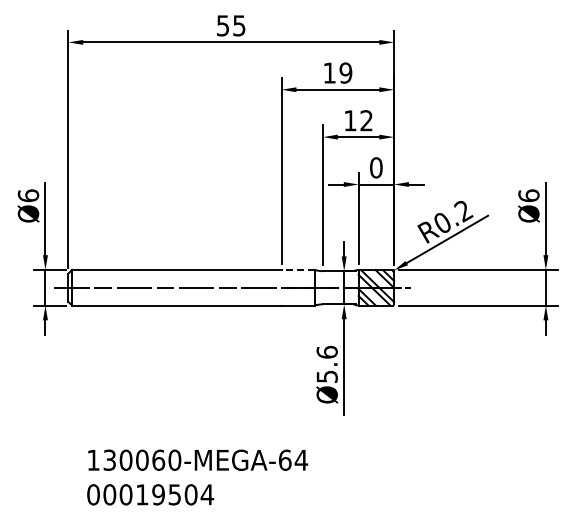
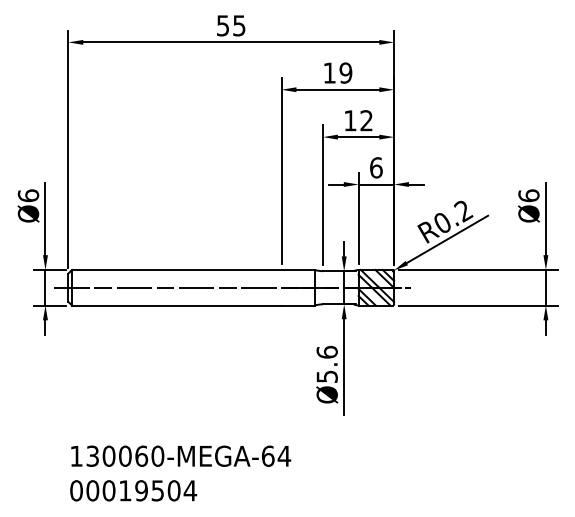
text at (376, 167): 0 -> 6
line at (298, 269): dashed -> solid
text at (197, 477) position: (197, 477) -> (180, 473)
